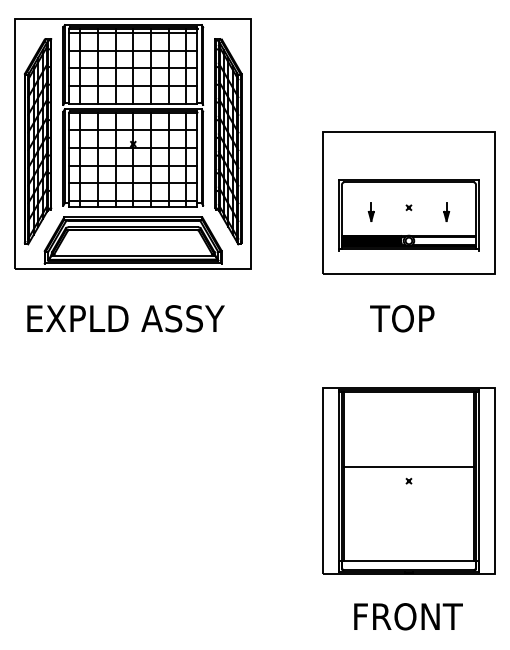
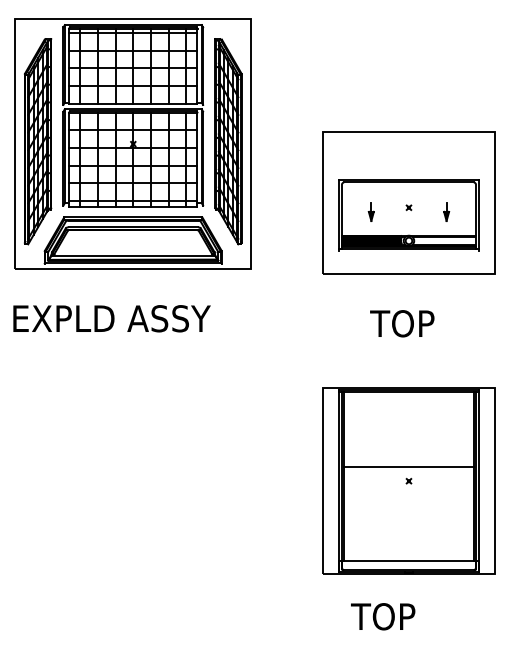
text at (125, 318) position: (125, 318) -> (111, 318)
text at (402, 318) position: (402, 318) -> (402, 323)
text at (406, 616): FRONT -> TOP
